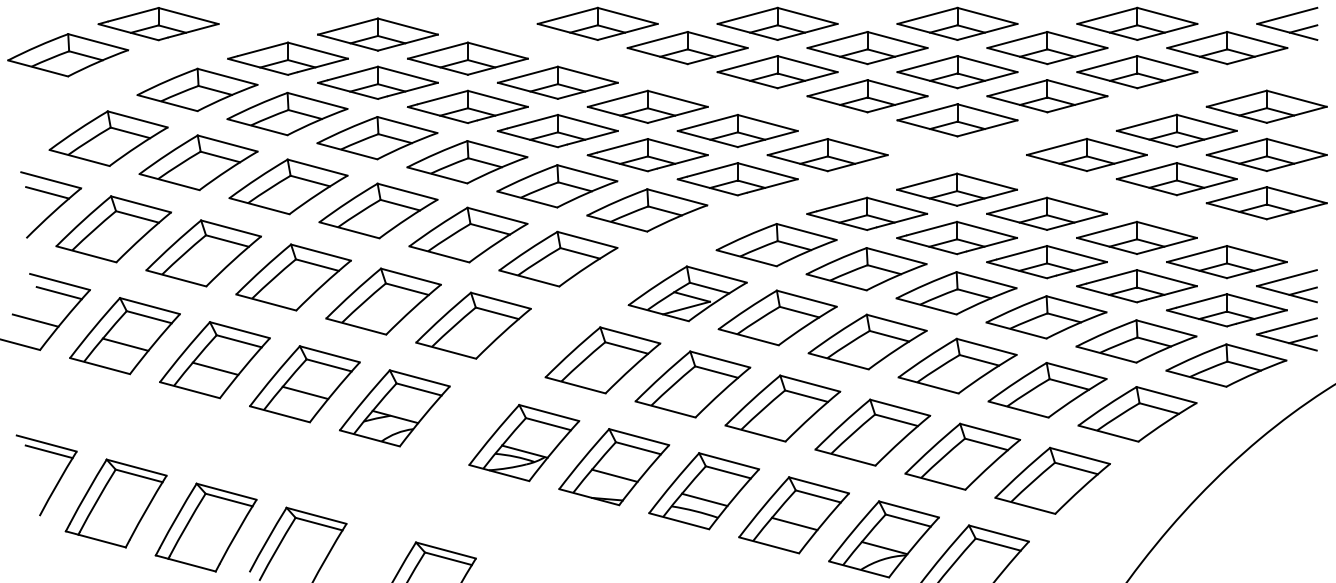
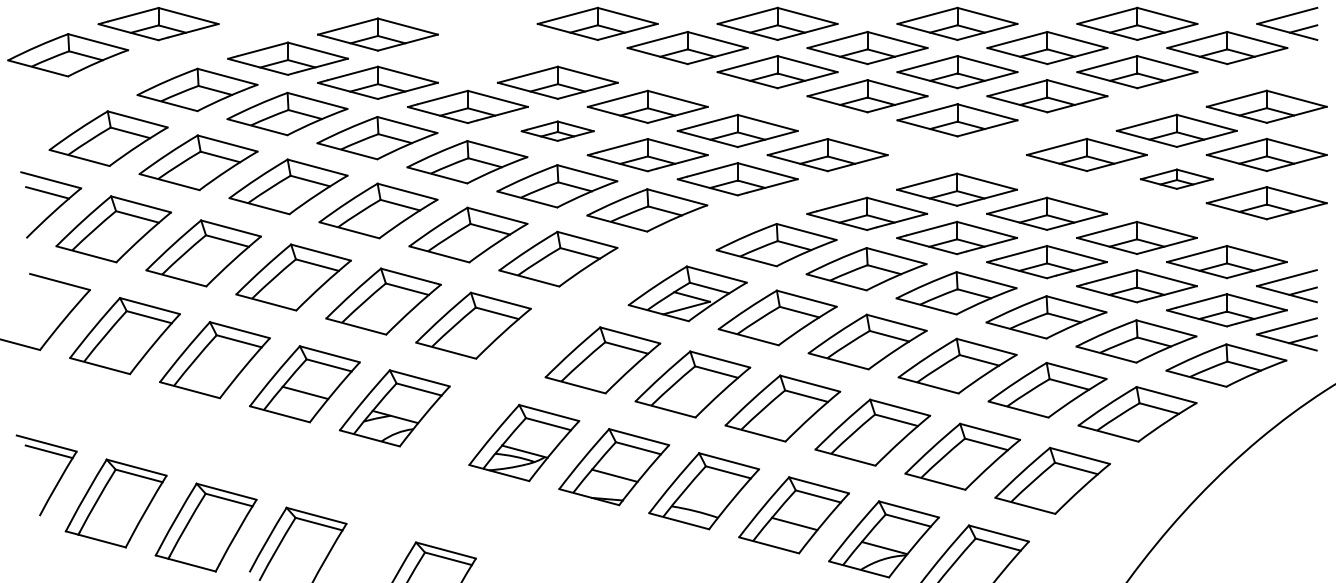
part at (467, 58): present -> none
part at (557, 131) size: 123x35 px -> 75x22 px
part at (1176, 179) size: 122x35 px -> 74x22 px
line at (58, 293): present -> none
line at (35, 320): present -> none
line at (125, 344): present -> none
line at (215, 368): present -> none
line at (704, 499): present -> none
